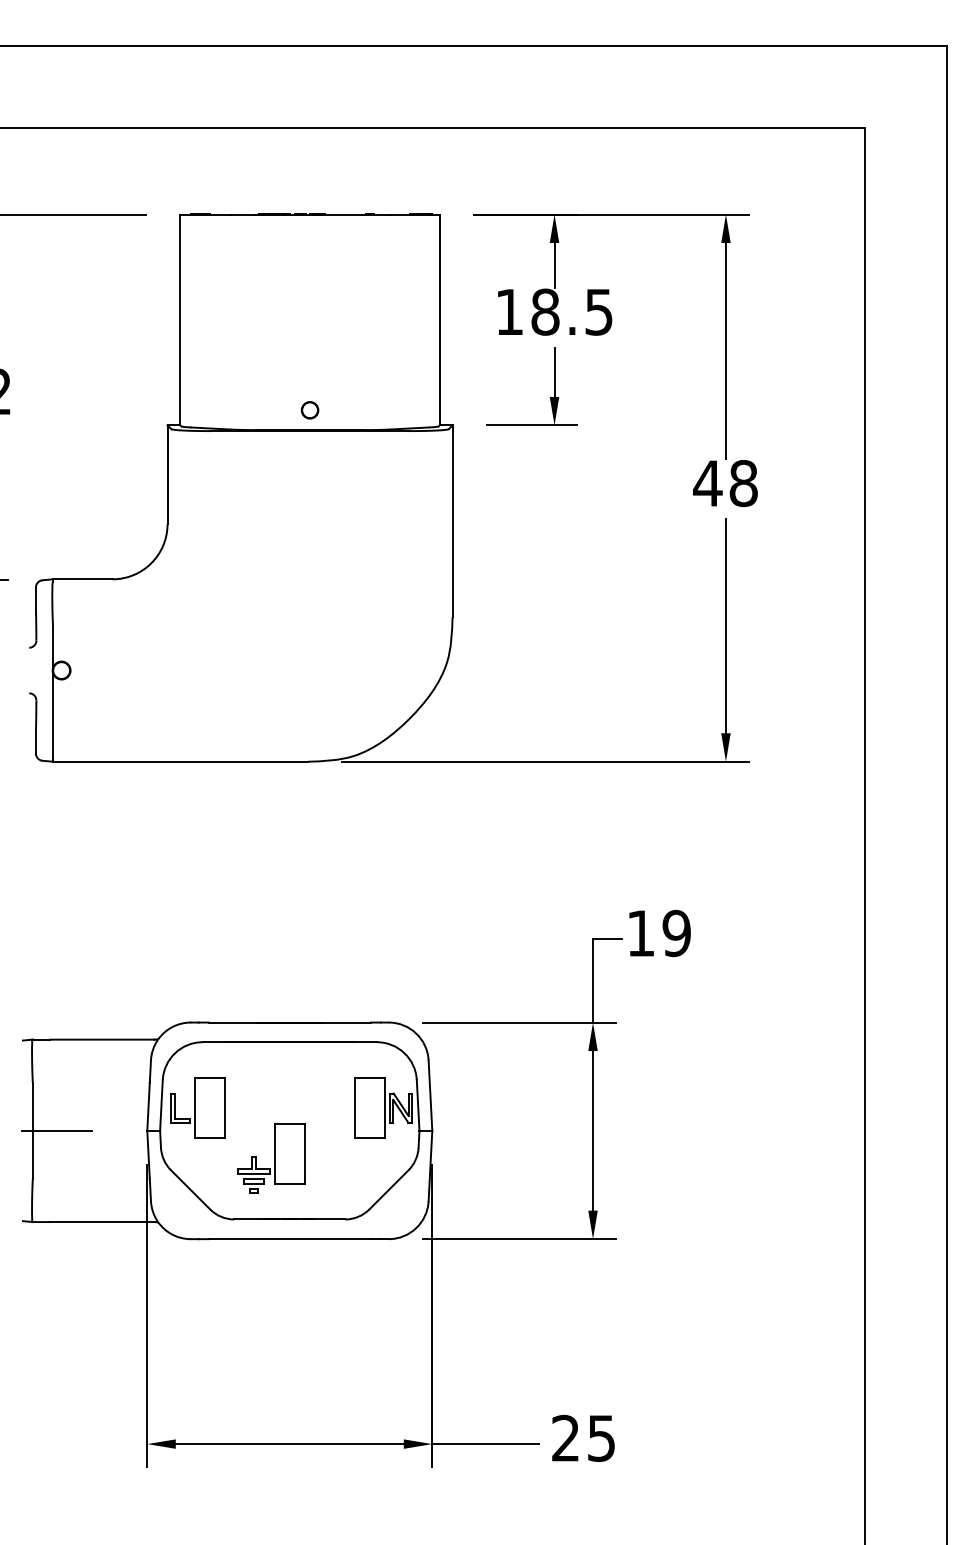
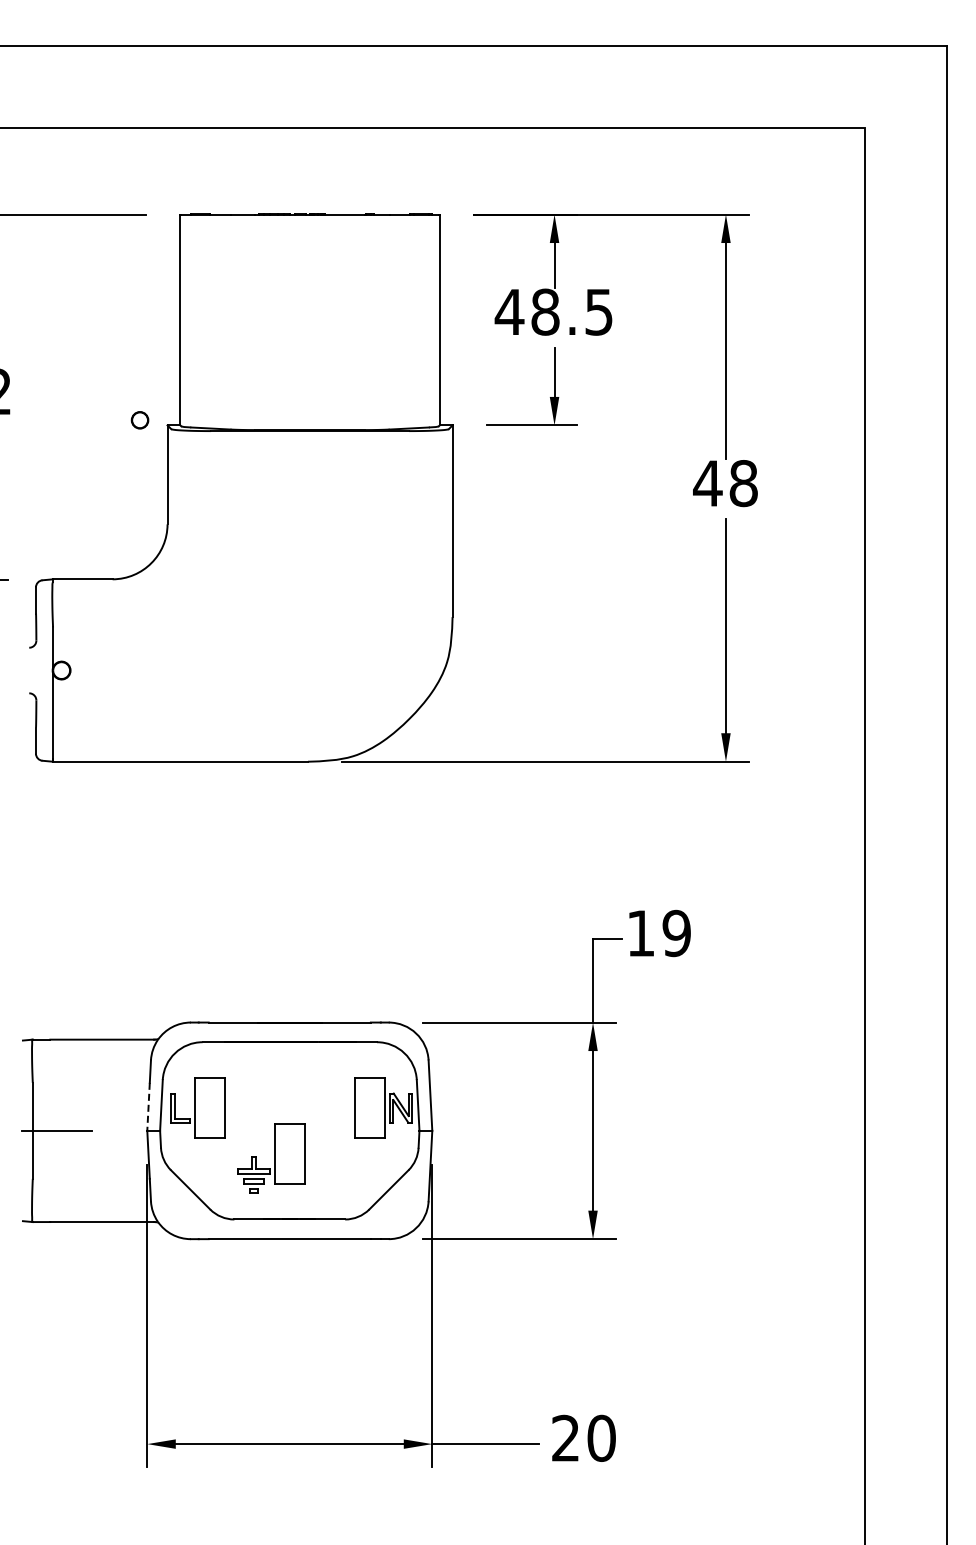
text at (509, 311): 18.5 -> 48.5
part at (309, 410) position: (309, 410) -> (139, 420)
line at (148, 1107): solid -> dashed
text at (601, 1437): 25 -> 20
